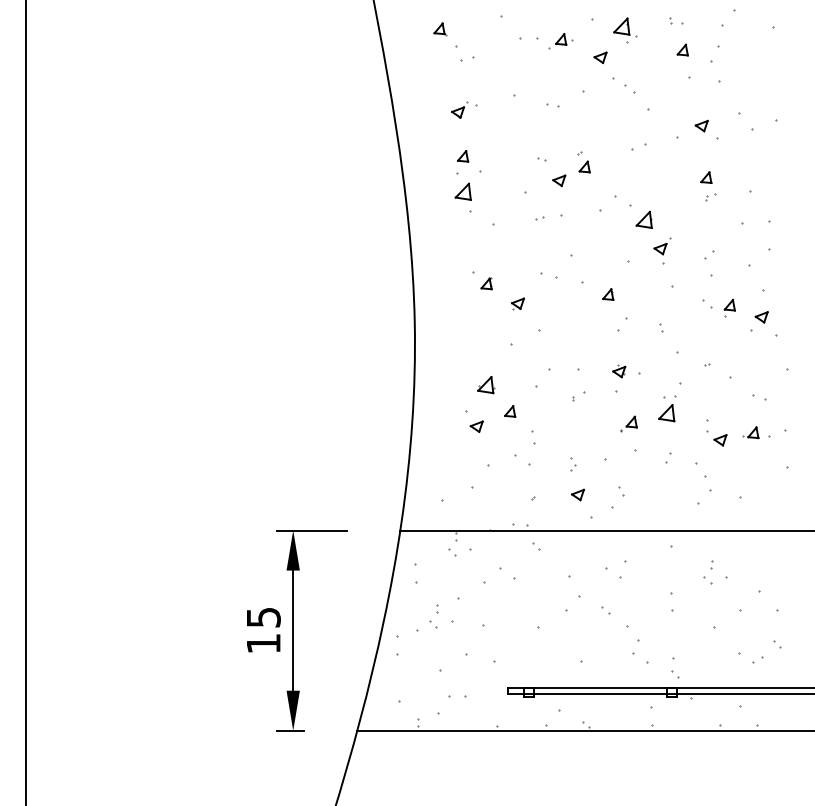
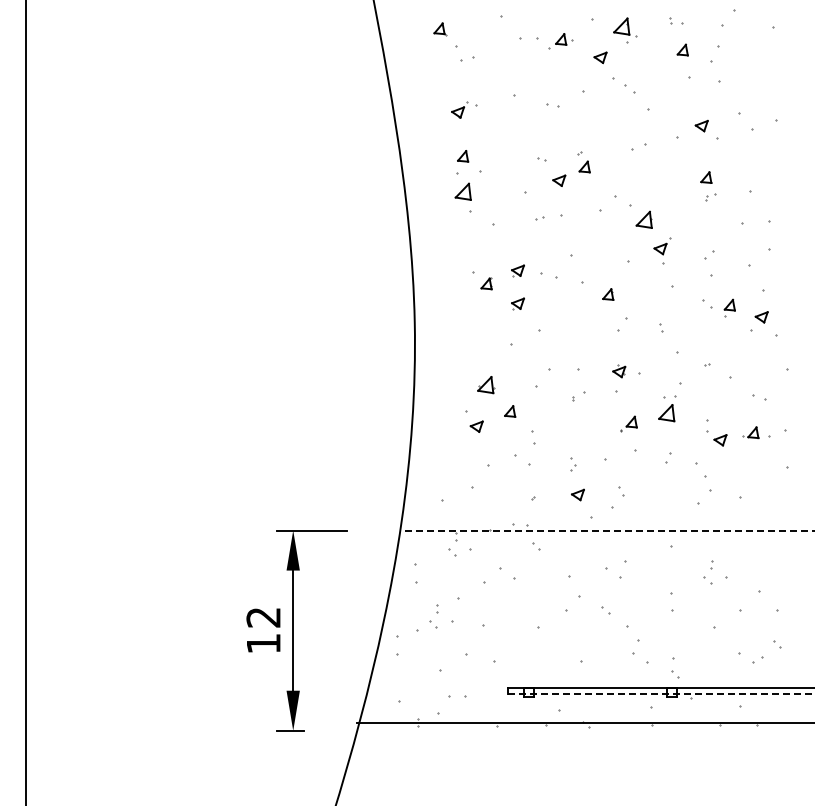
part at (517, 270): none -> present
line at (607, 530): solid -> dashed
text at (263, 617): 15 -> 12
line at (661, 694): solid -> dashed
line at (584, 730) position: (584, 730) -> (584, 722)
